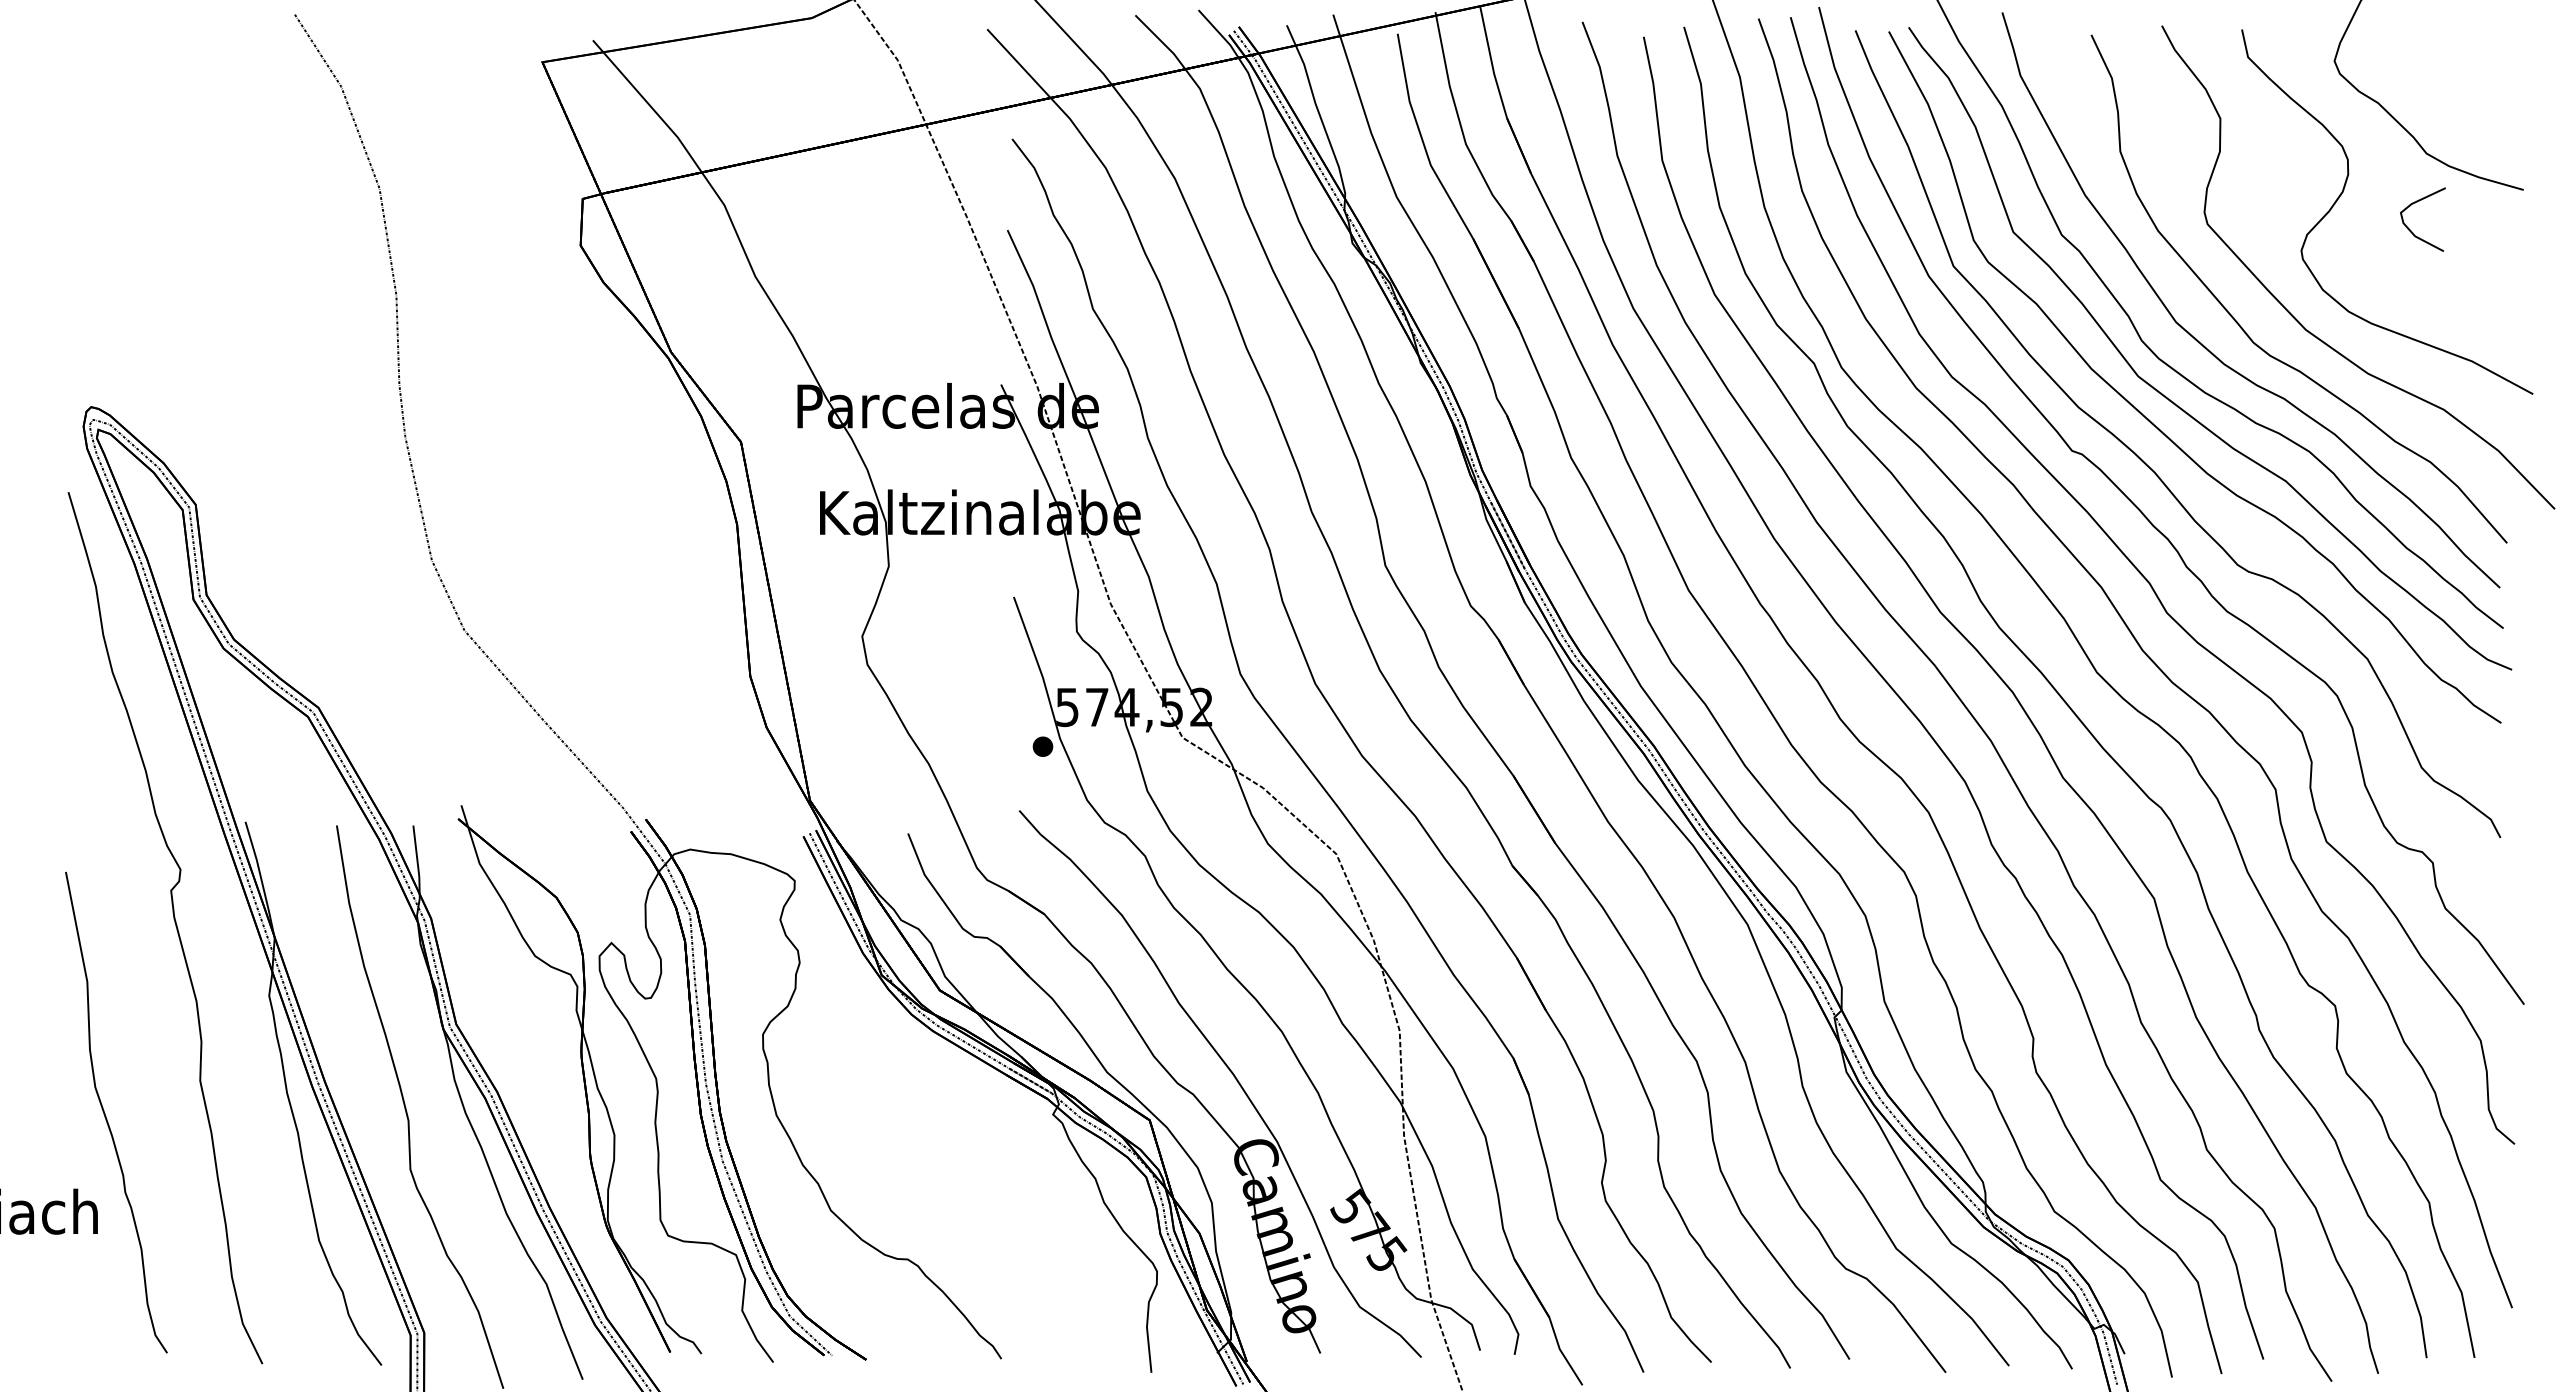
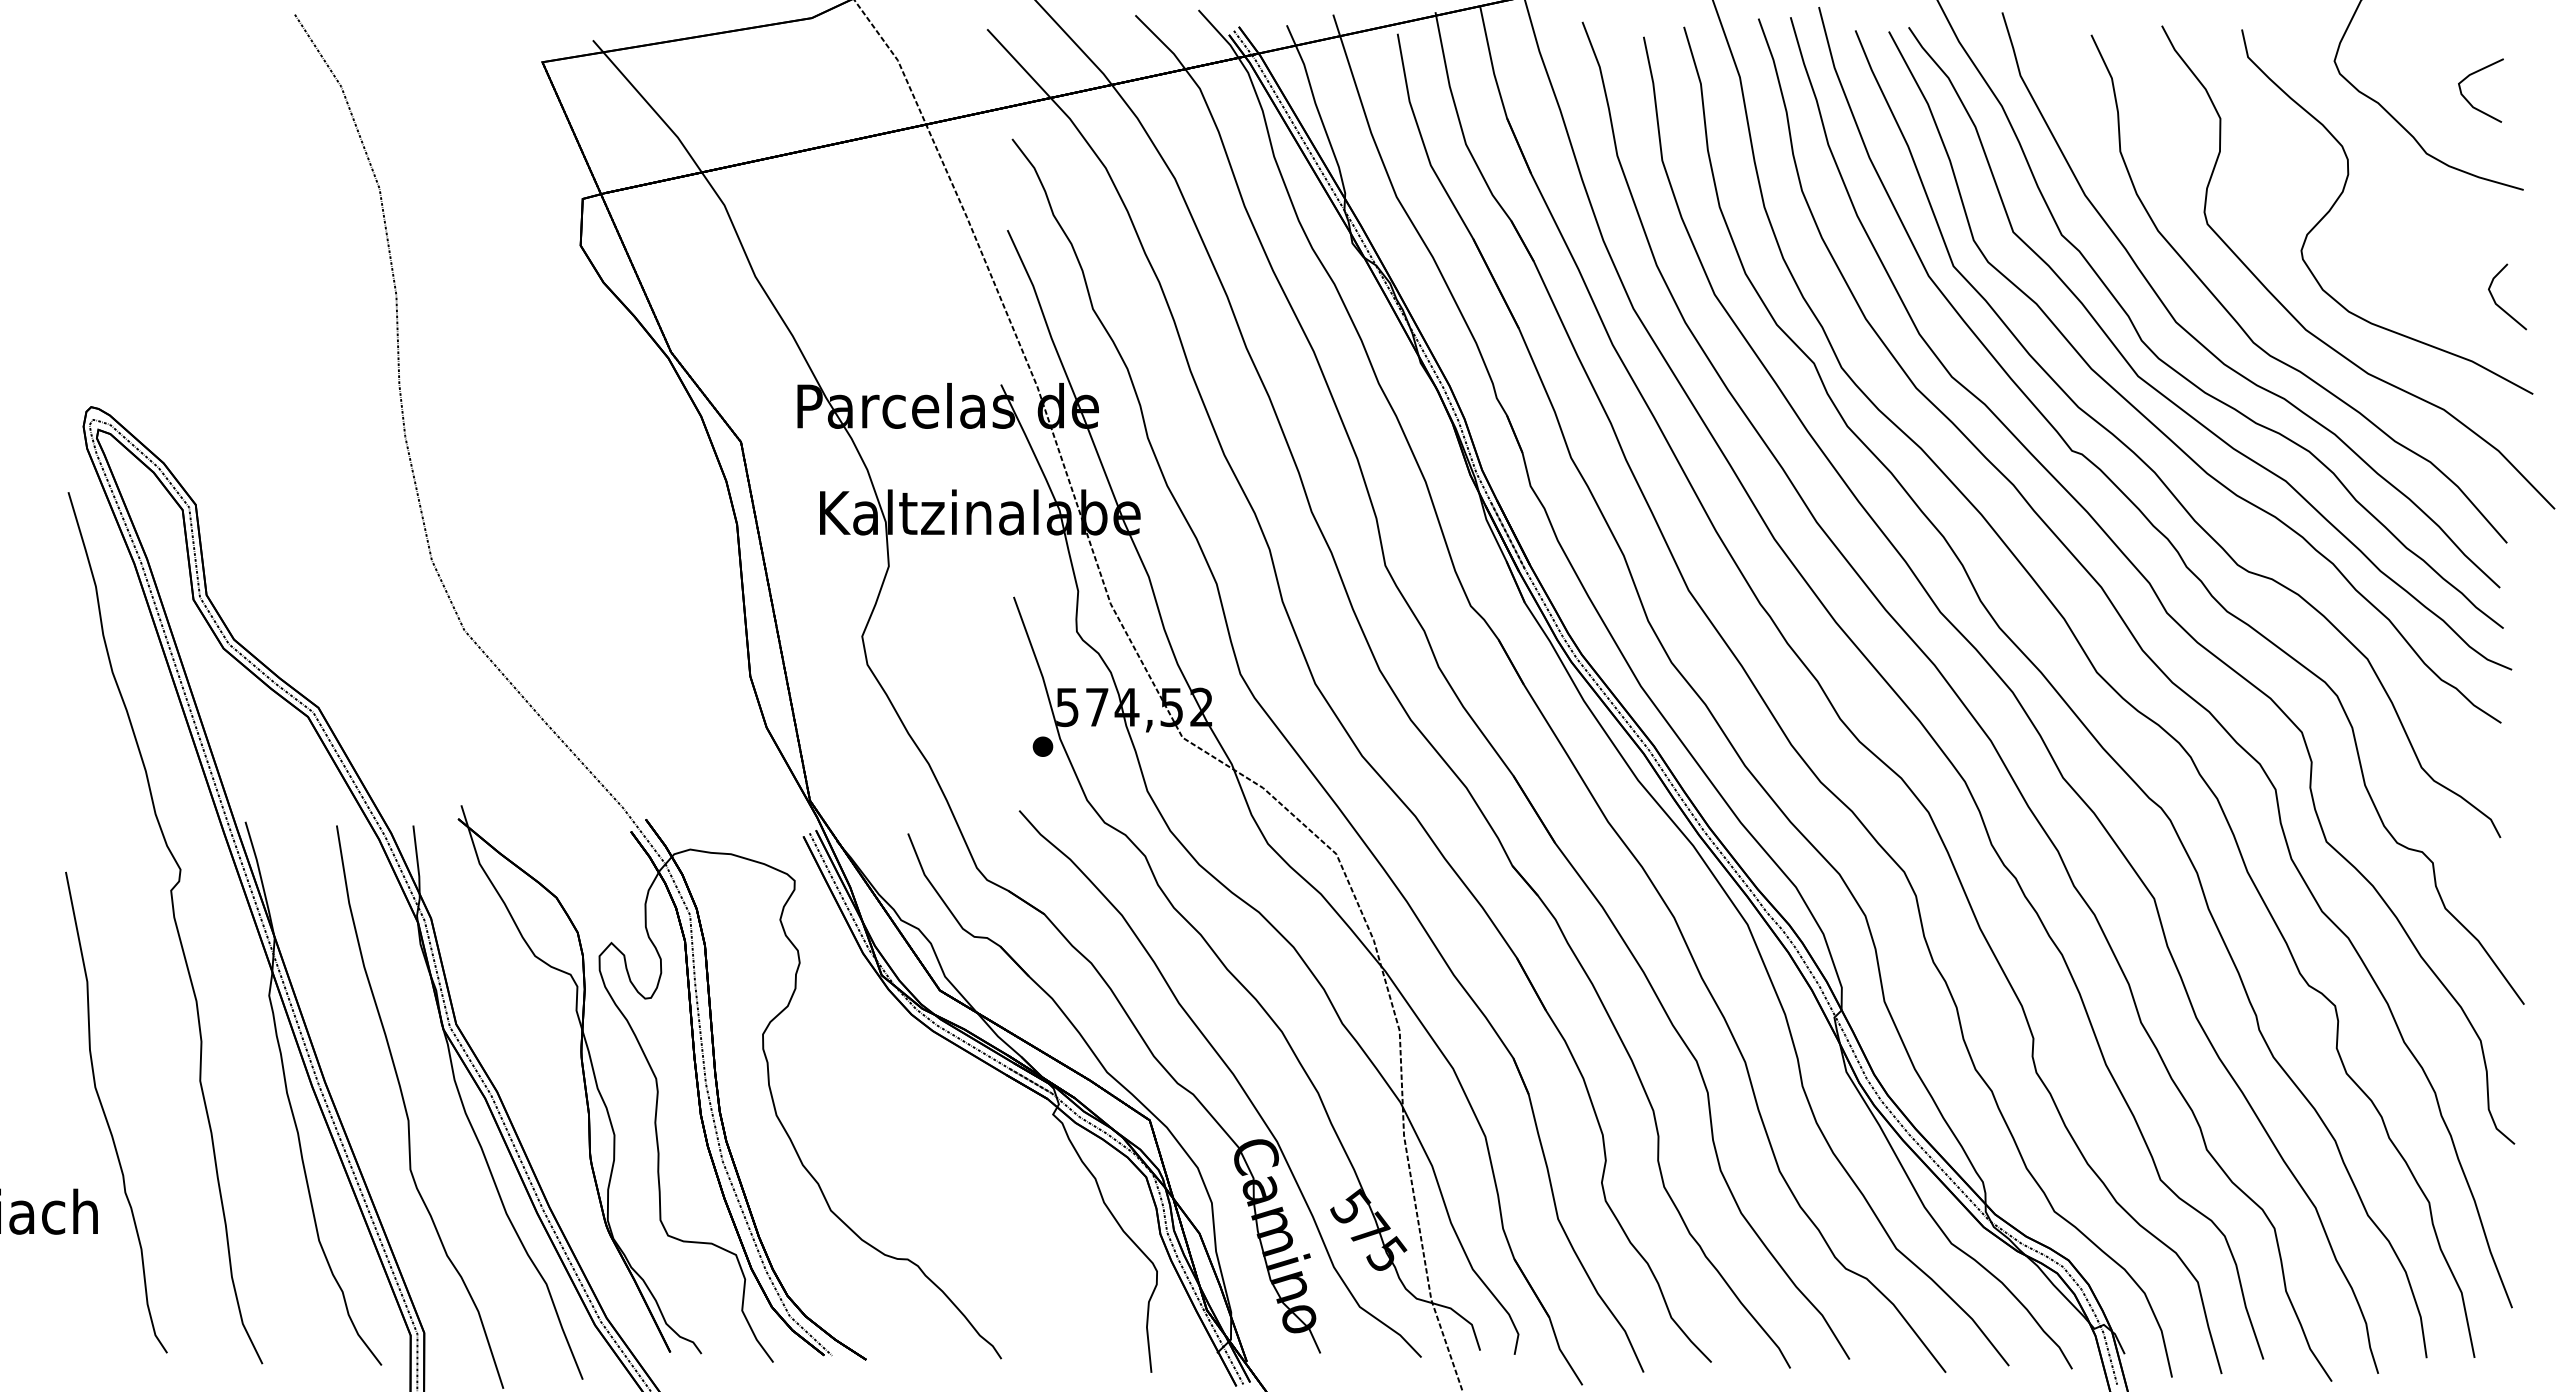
curve at (2411, 230) position: (2411, 230) -> (2469, 101)
line at (2498, 304): none -> present
